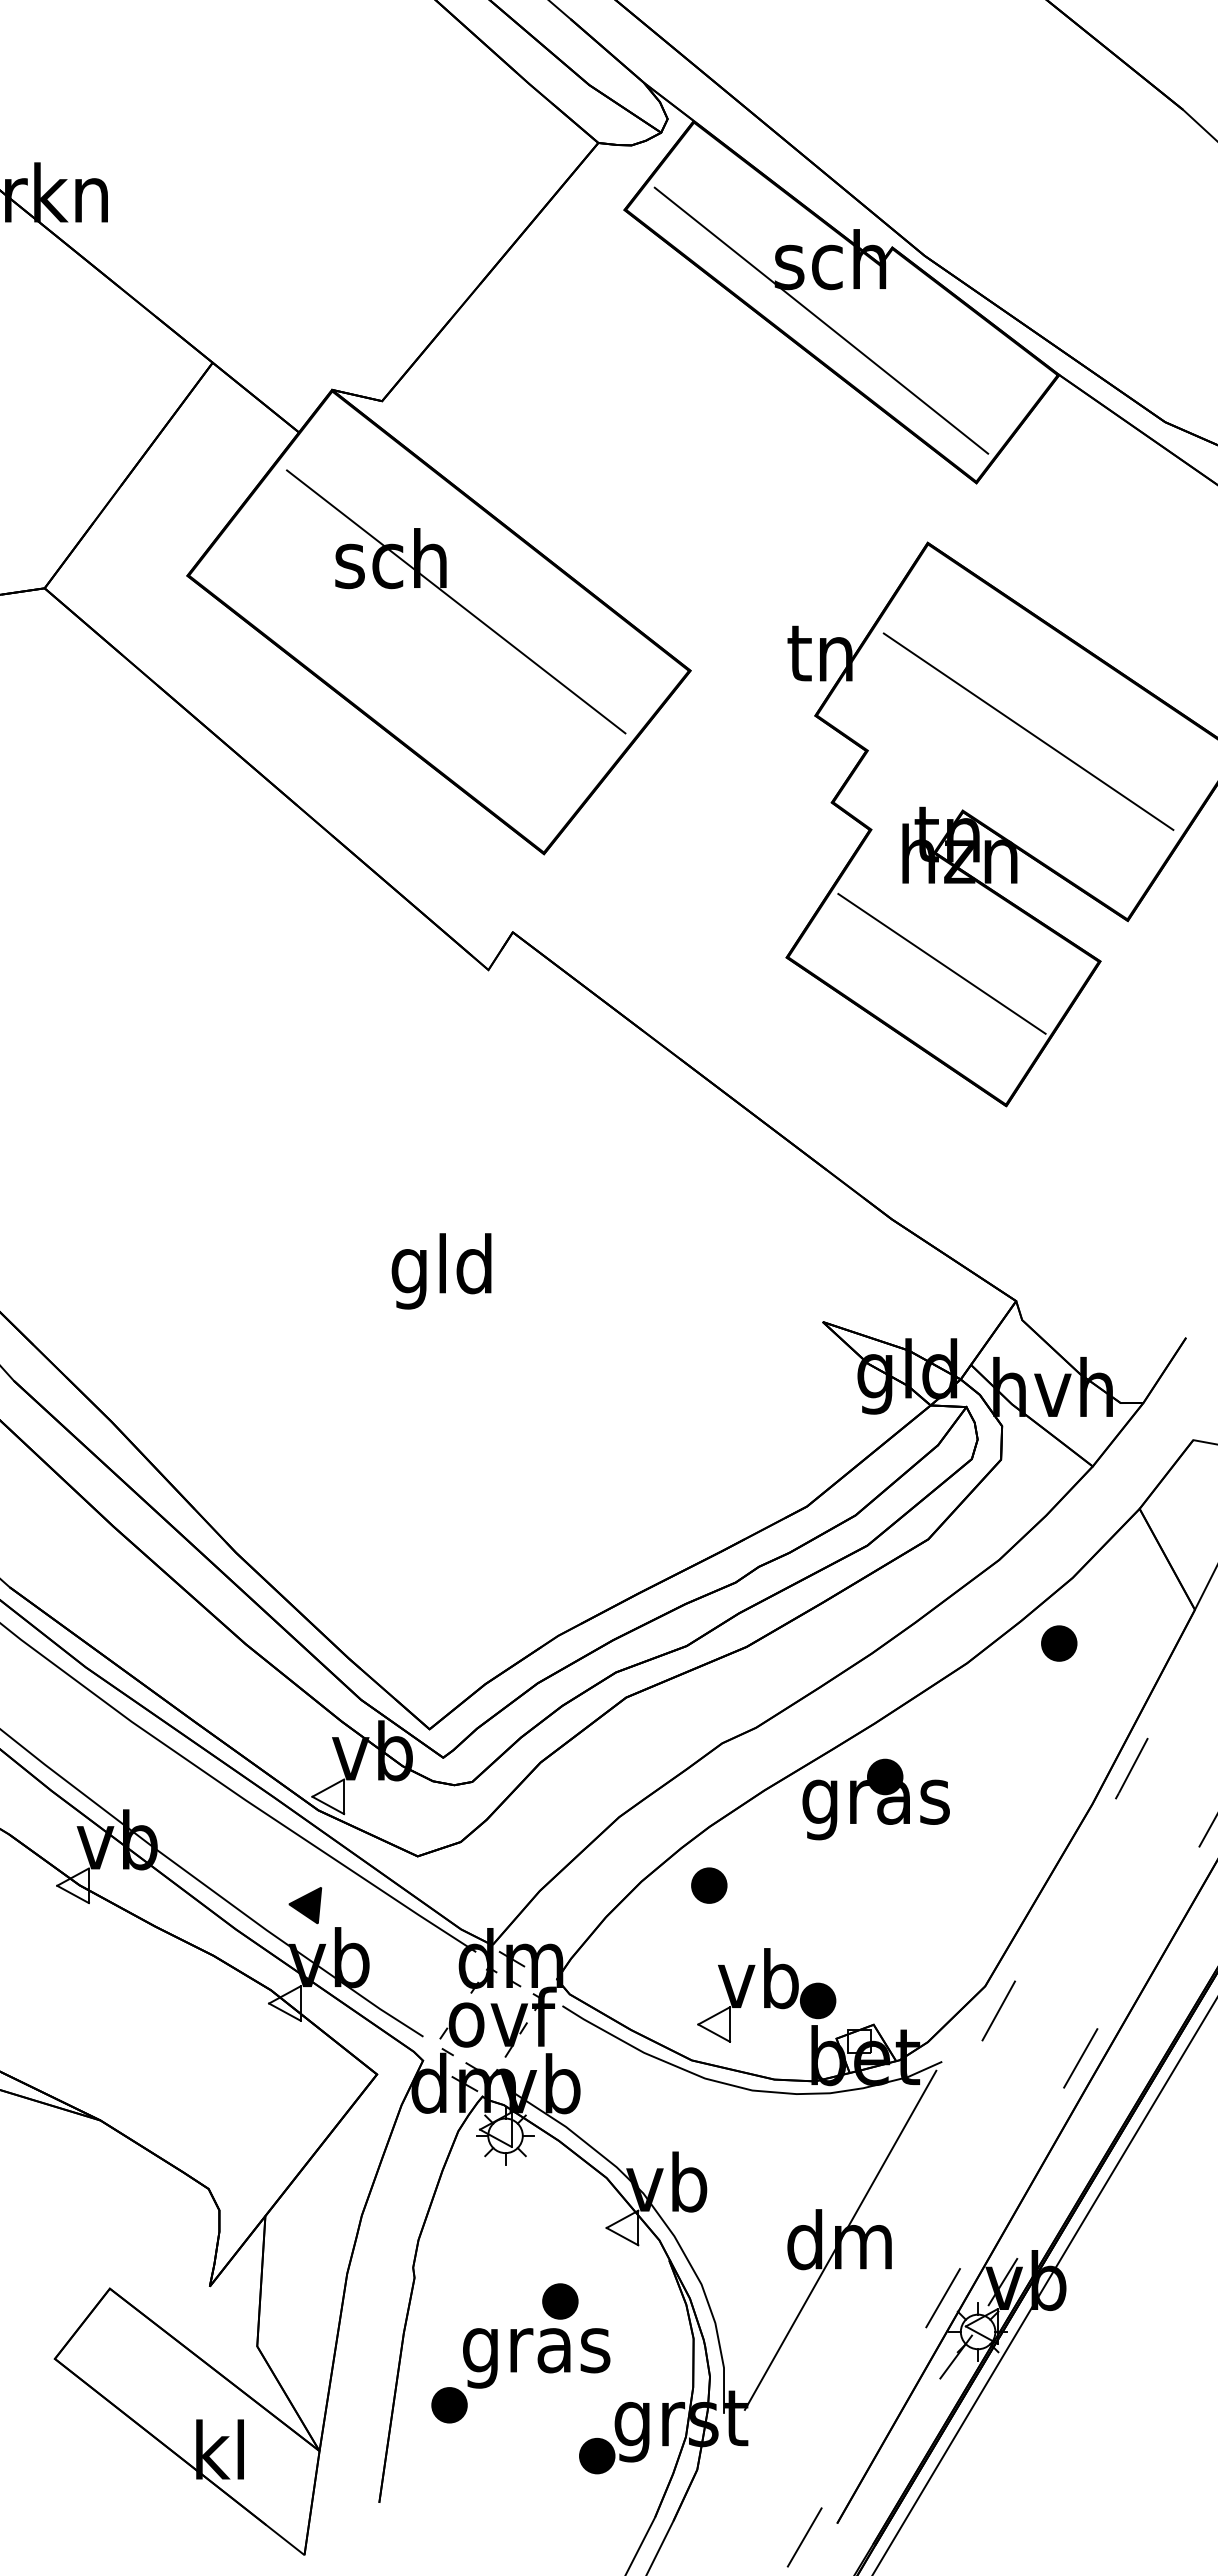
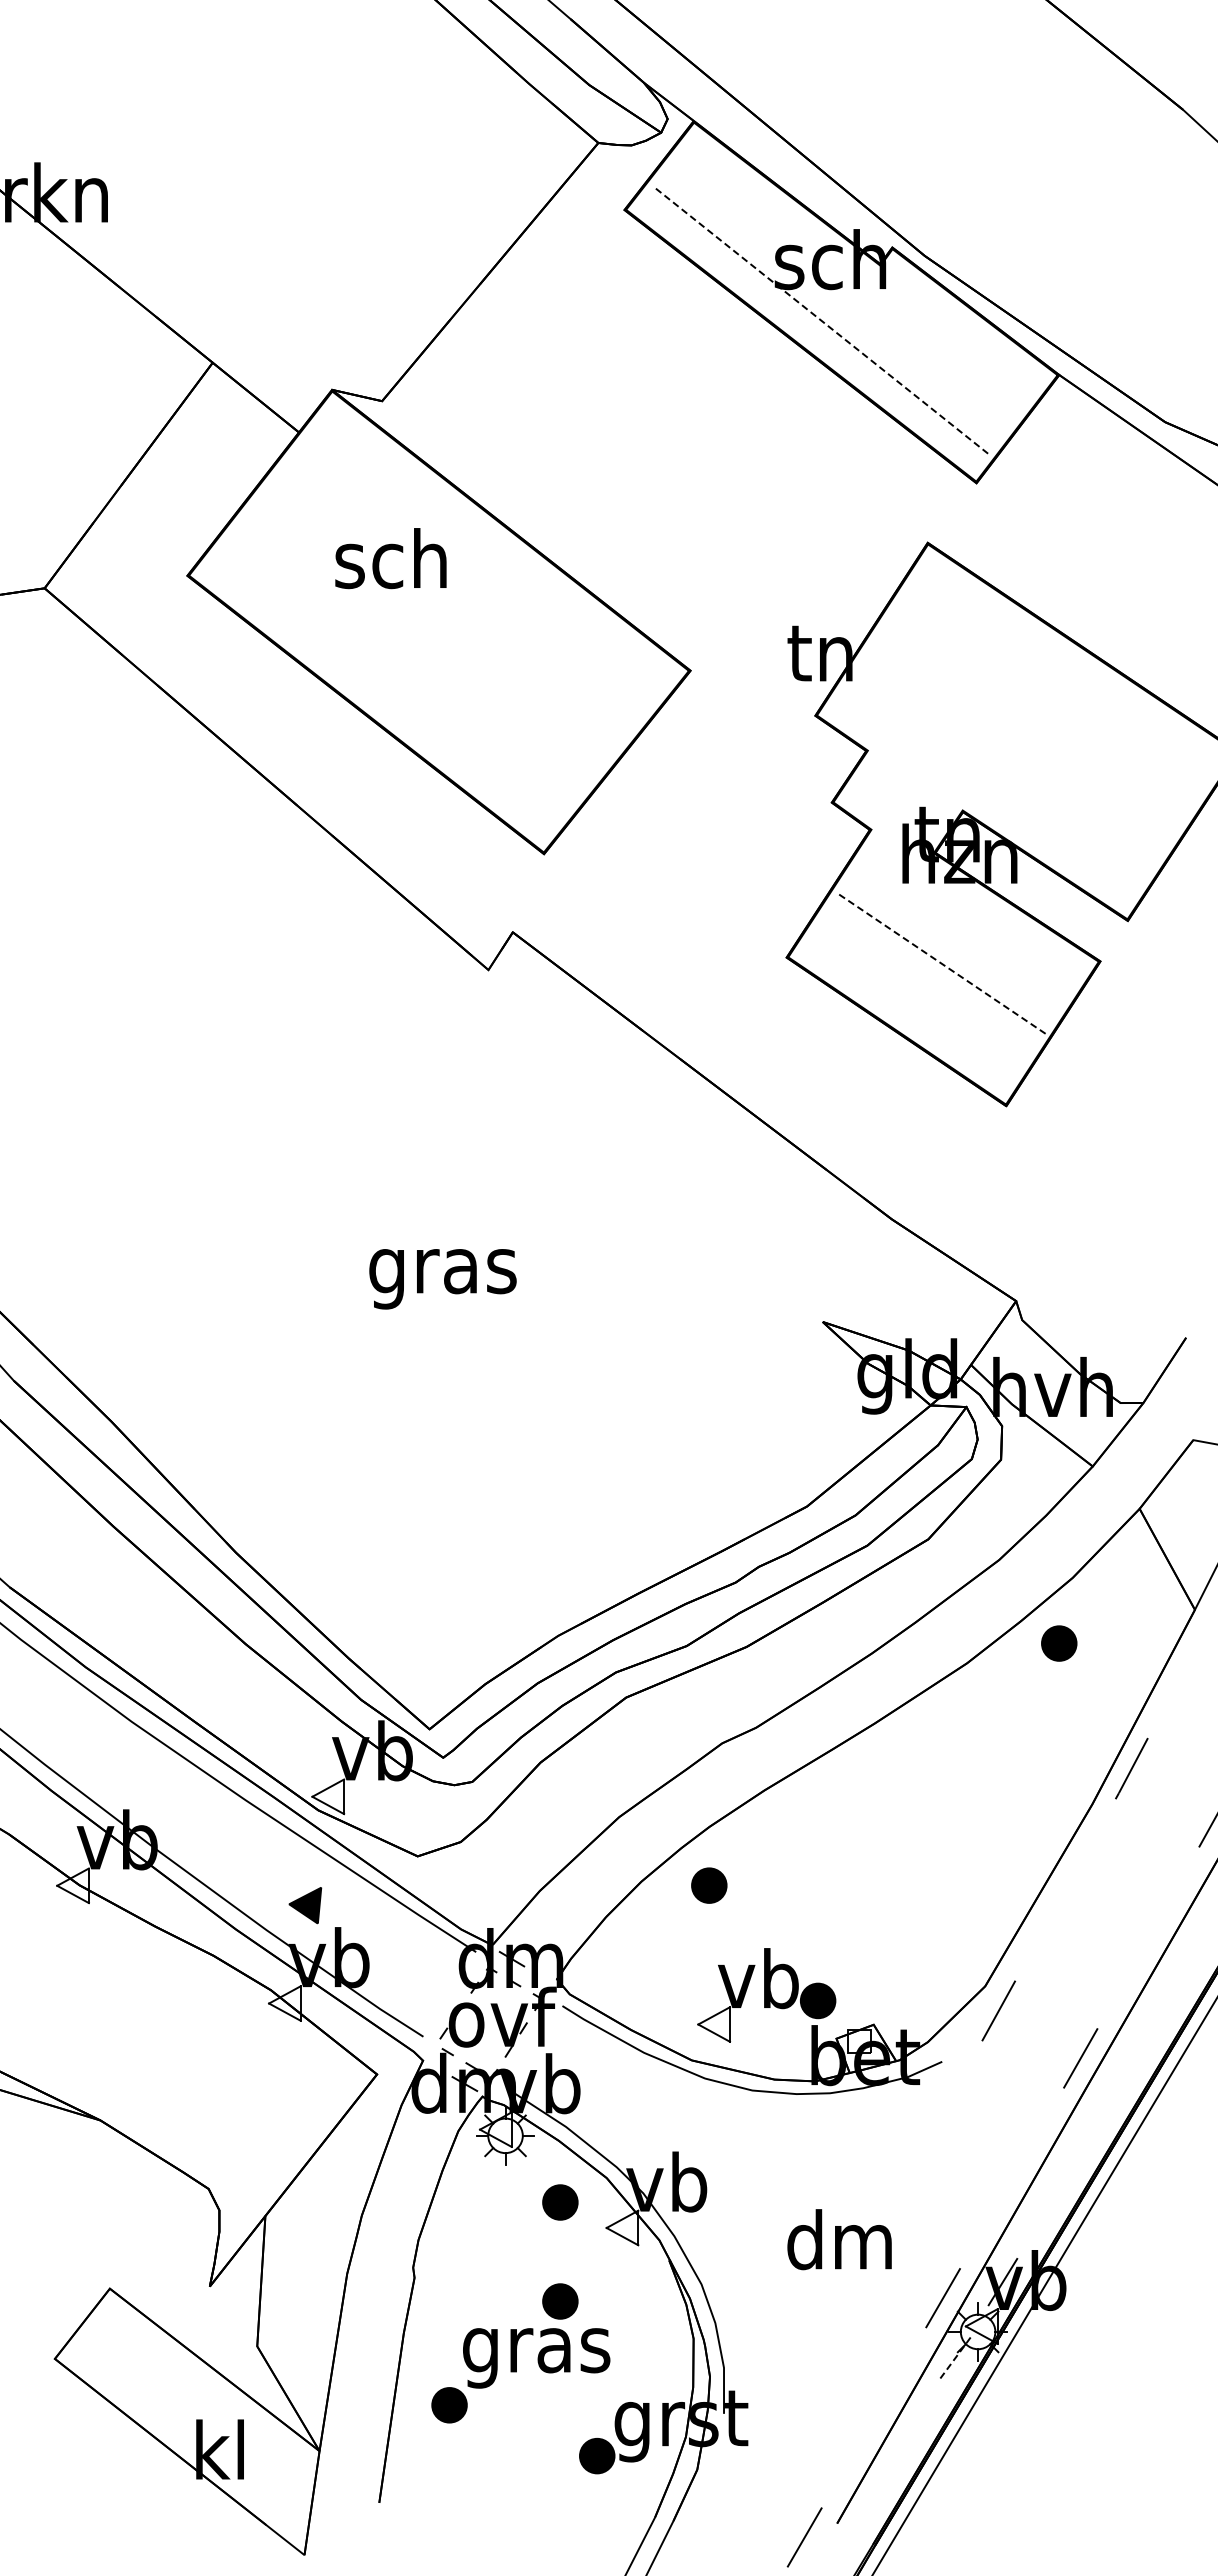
line at (821, 320): solid -> dashed
line at (456, 601): present -> none
line at (1028, 731): present -> none
line at (941, 963): solid -> dashed
text at (442, 1271): gld -> gras
part at (875, 1799): present -> none
part at (560, 2202): none -> present
line at (840, 2239): present -> none
line at (956, 2357): solid -> dashed
